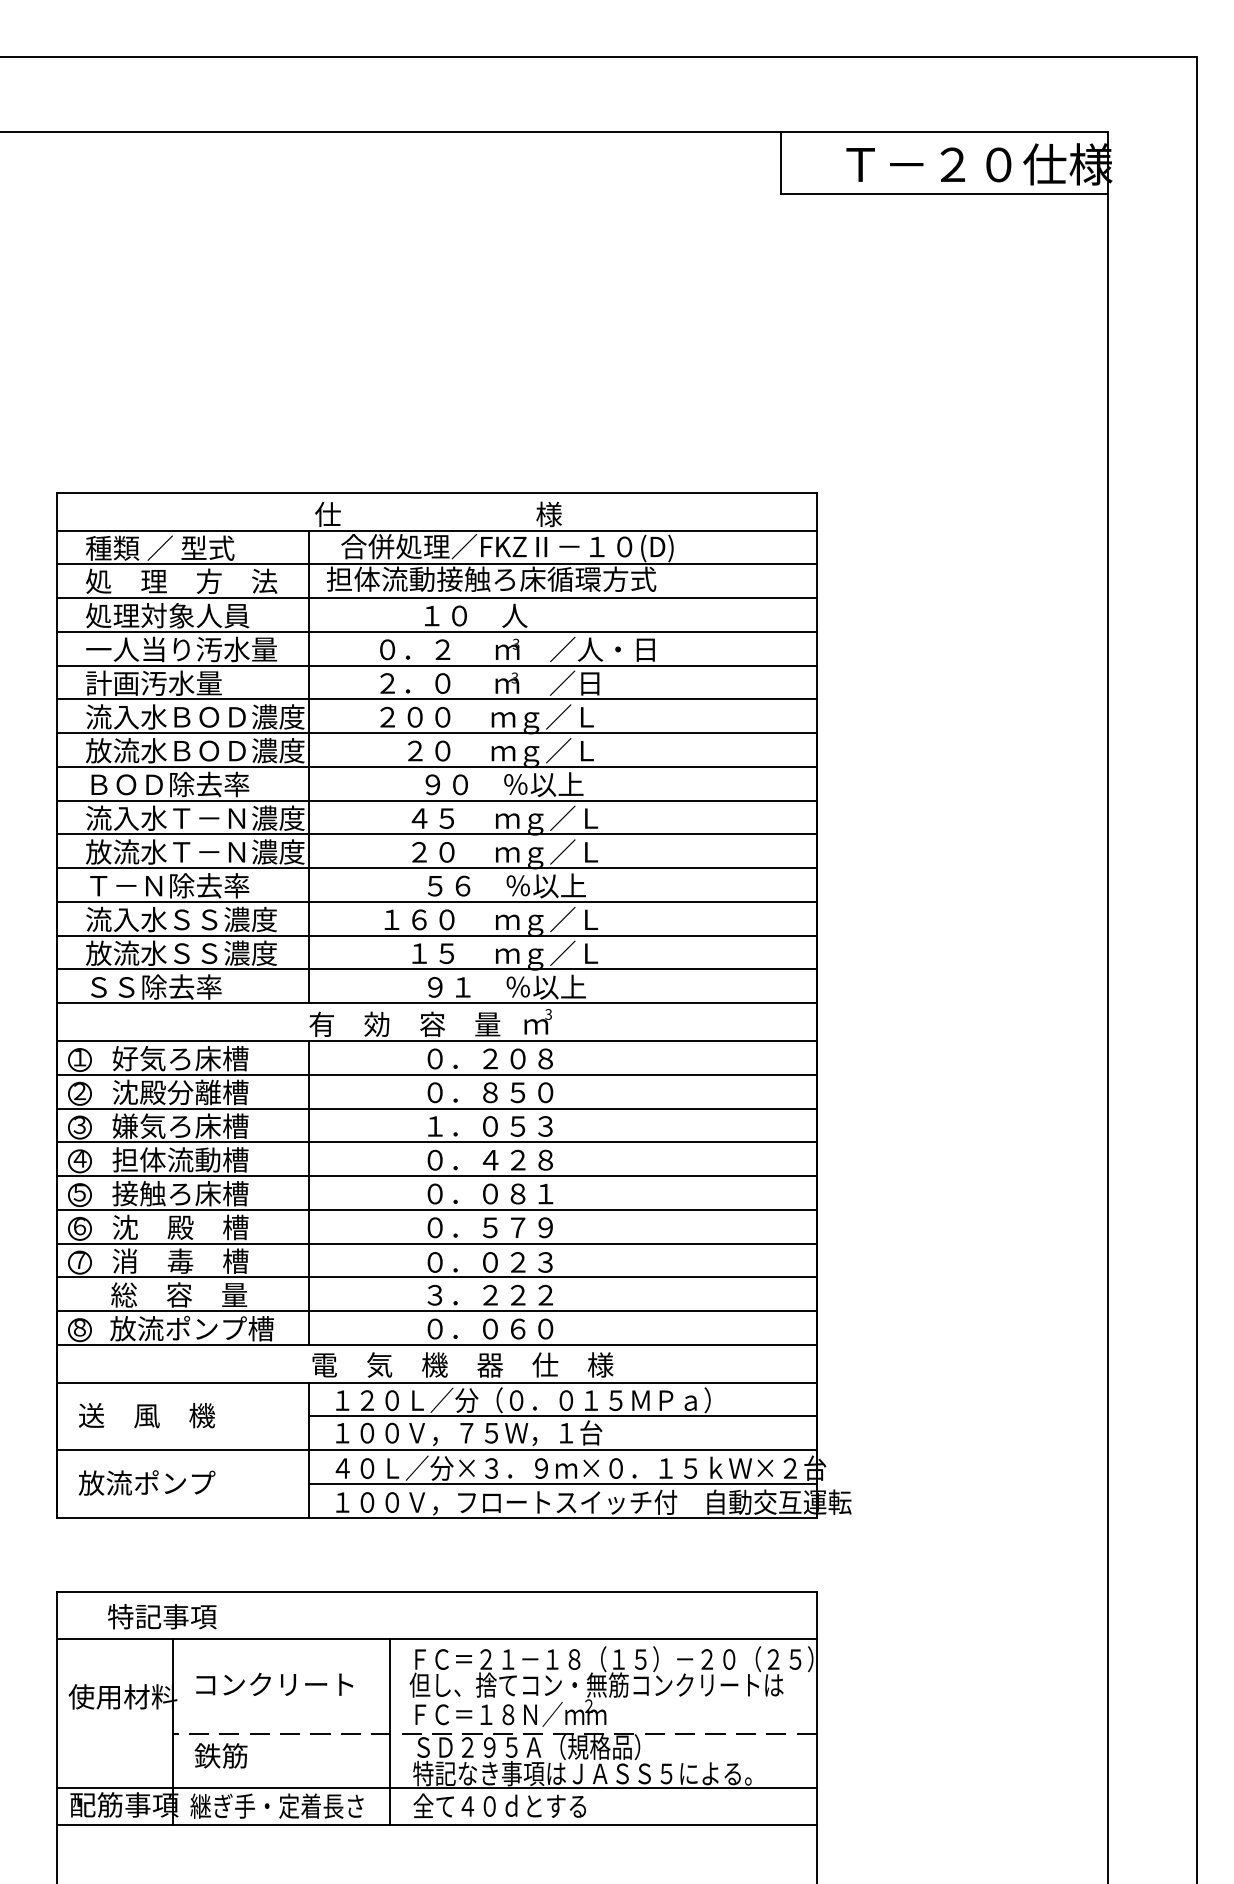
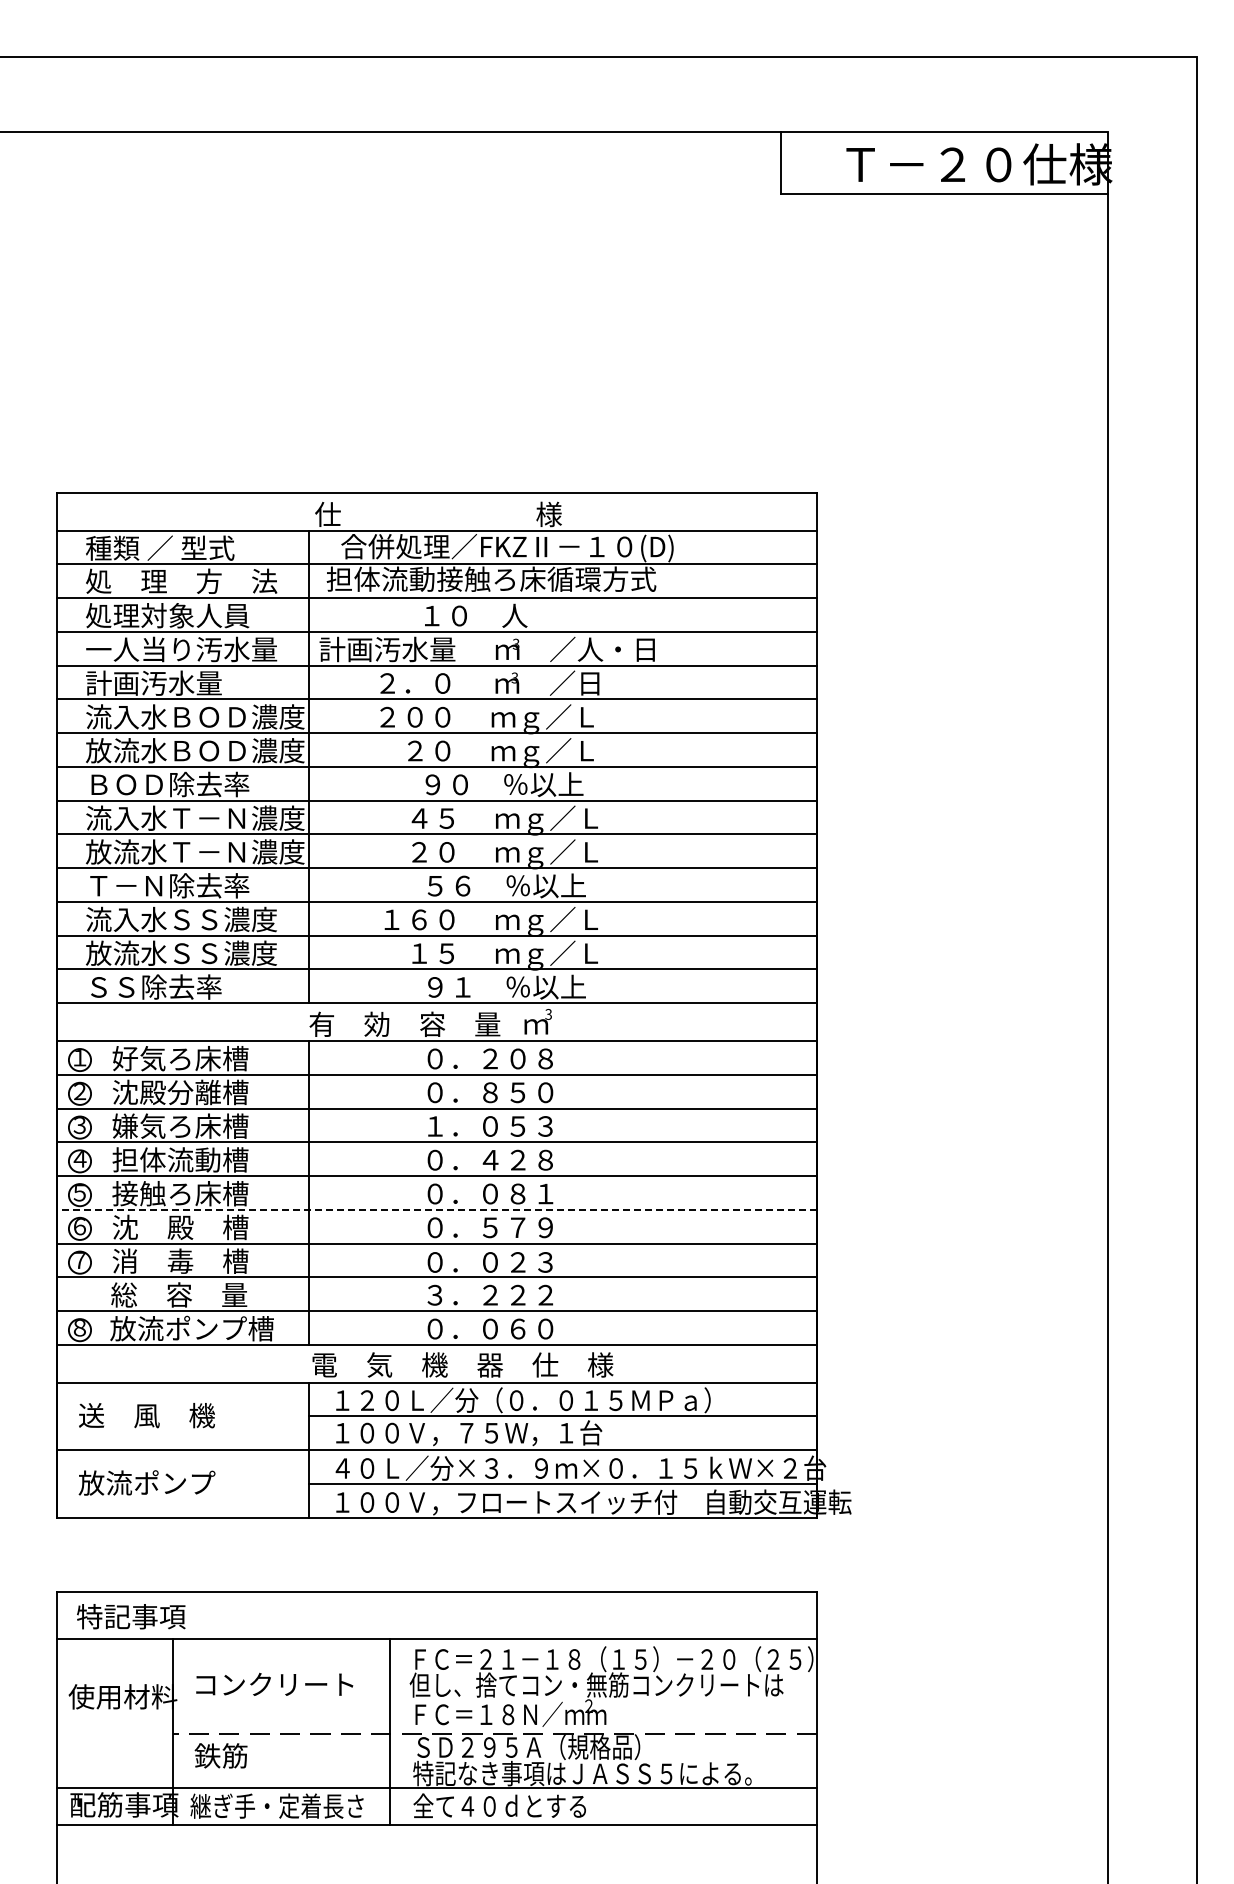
text at (387, 649): ０．２ -> 計画汚水量
line at (436, 1209): solid -> dashed
text at (162, 1616) position: (162, 1616) -> (131, 1616)
